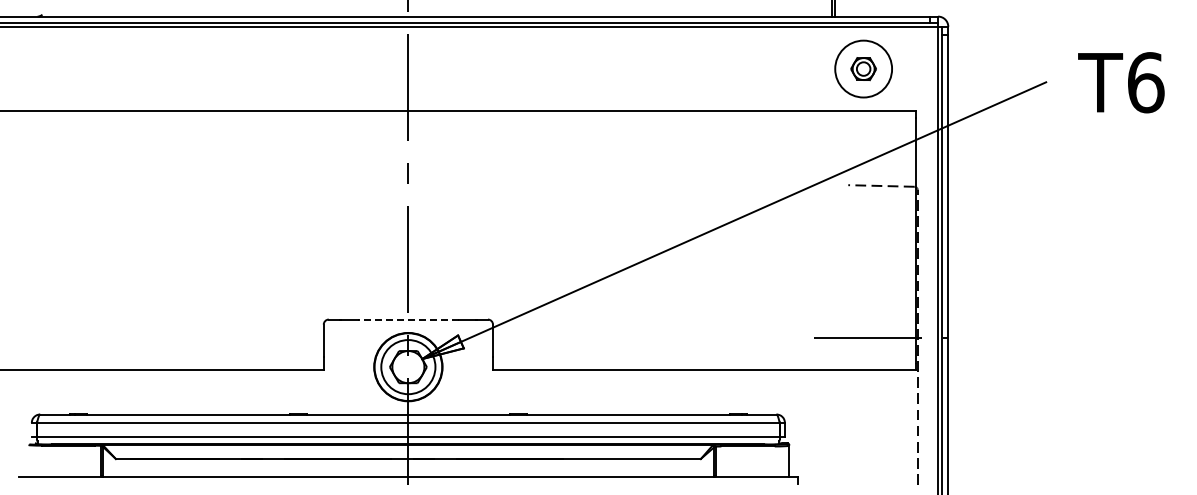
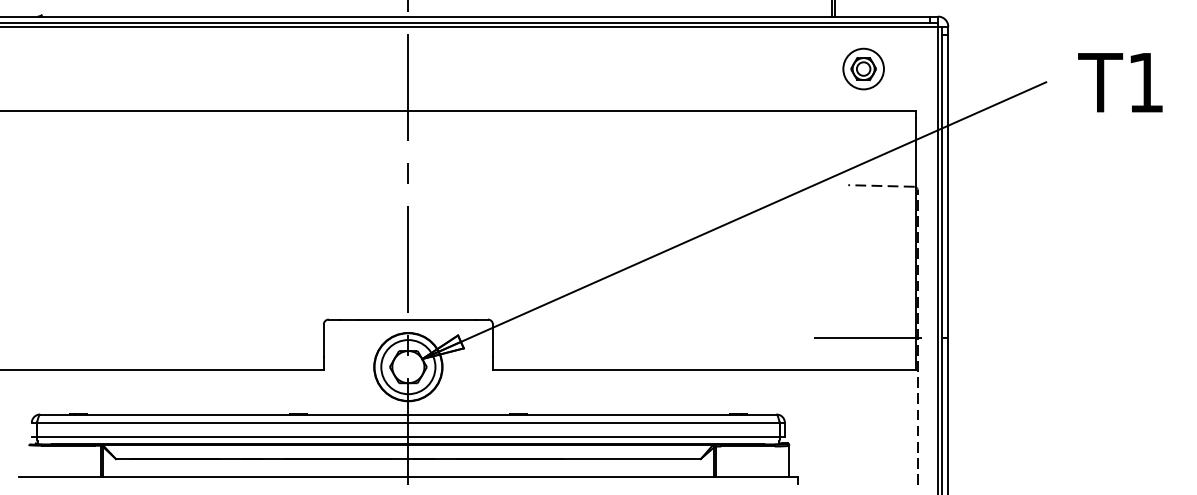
circle at (863, 68) diameter: 57 px -> 41 px
text at (1146, 82): T6 -> T1
line at (407, 319): dashed -> solid
